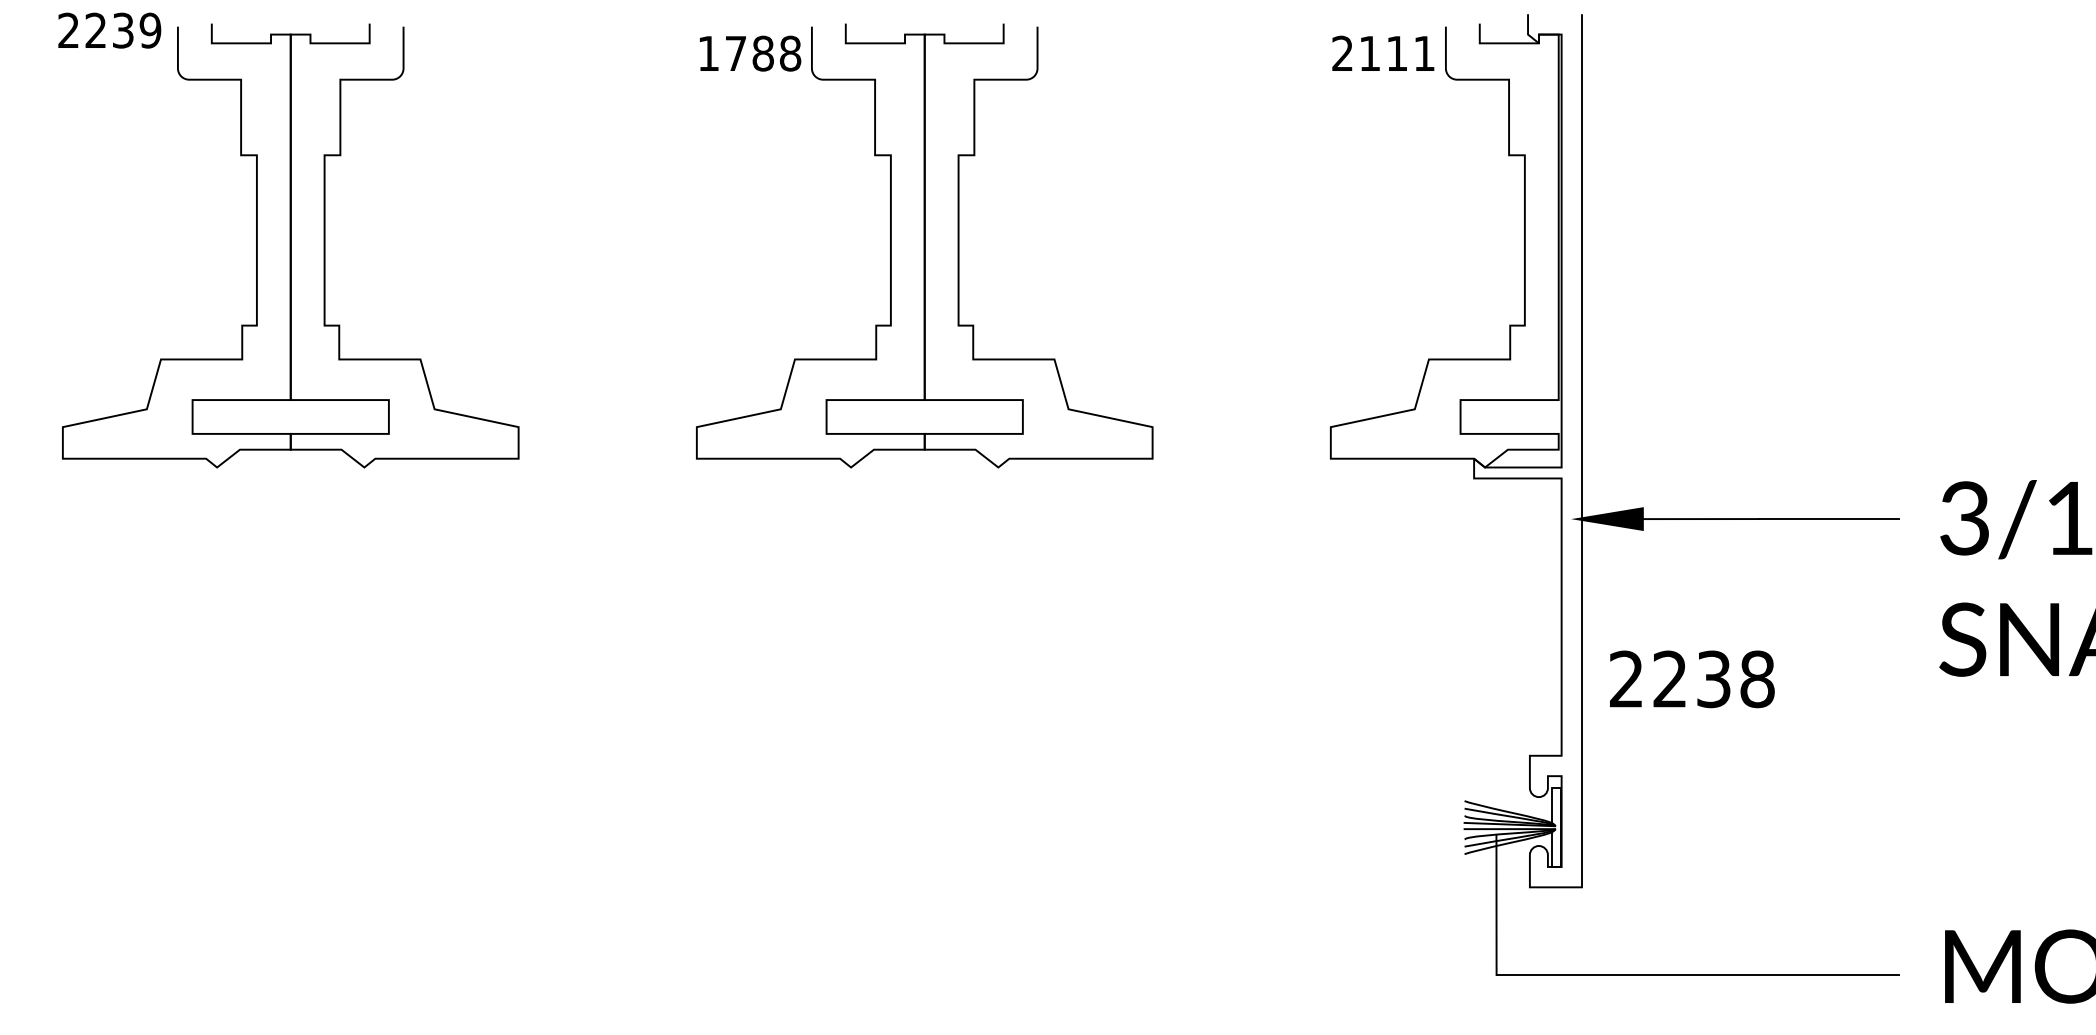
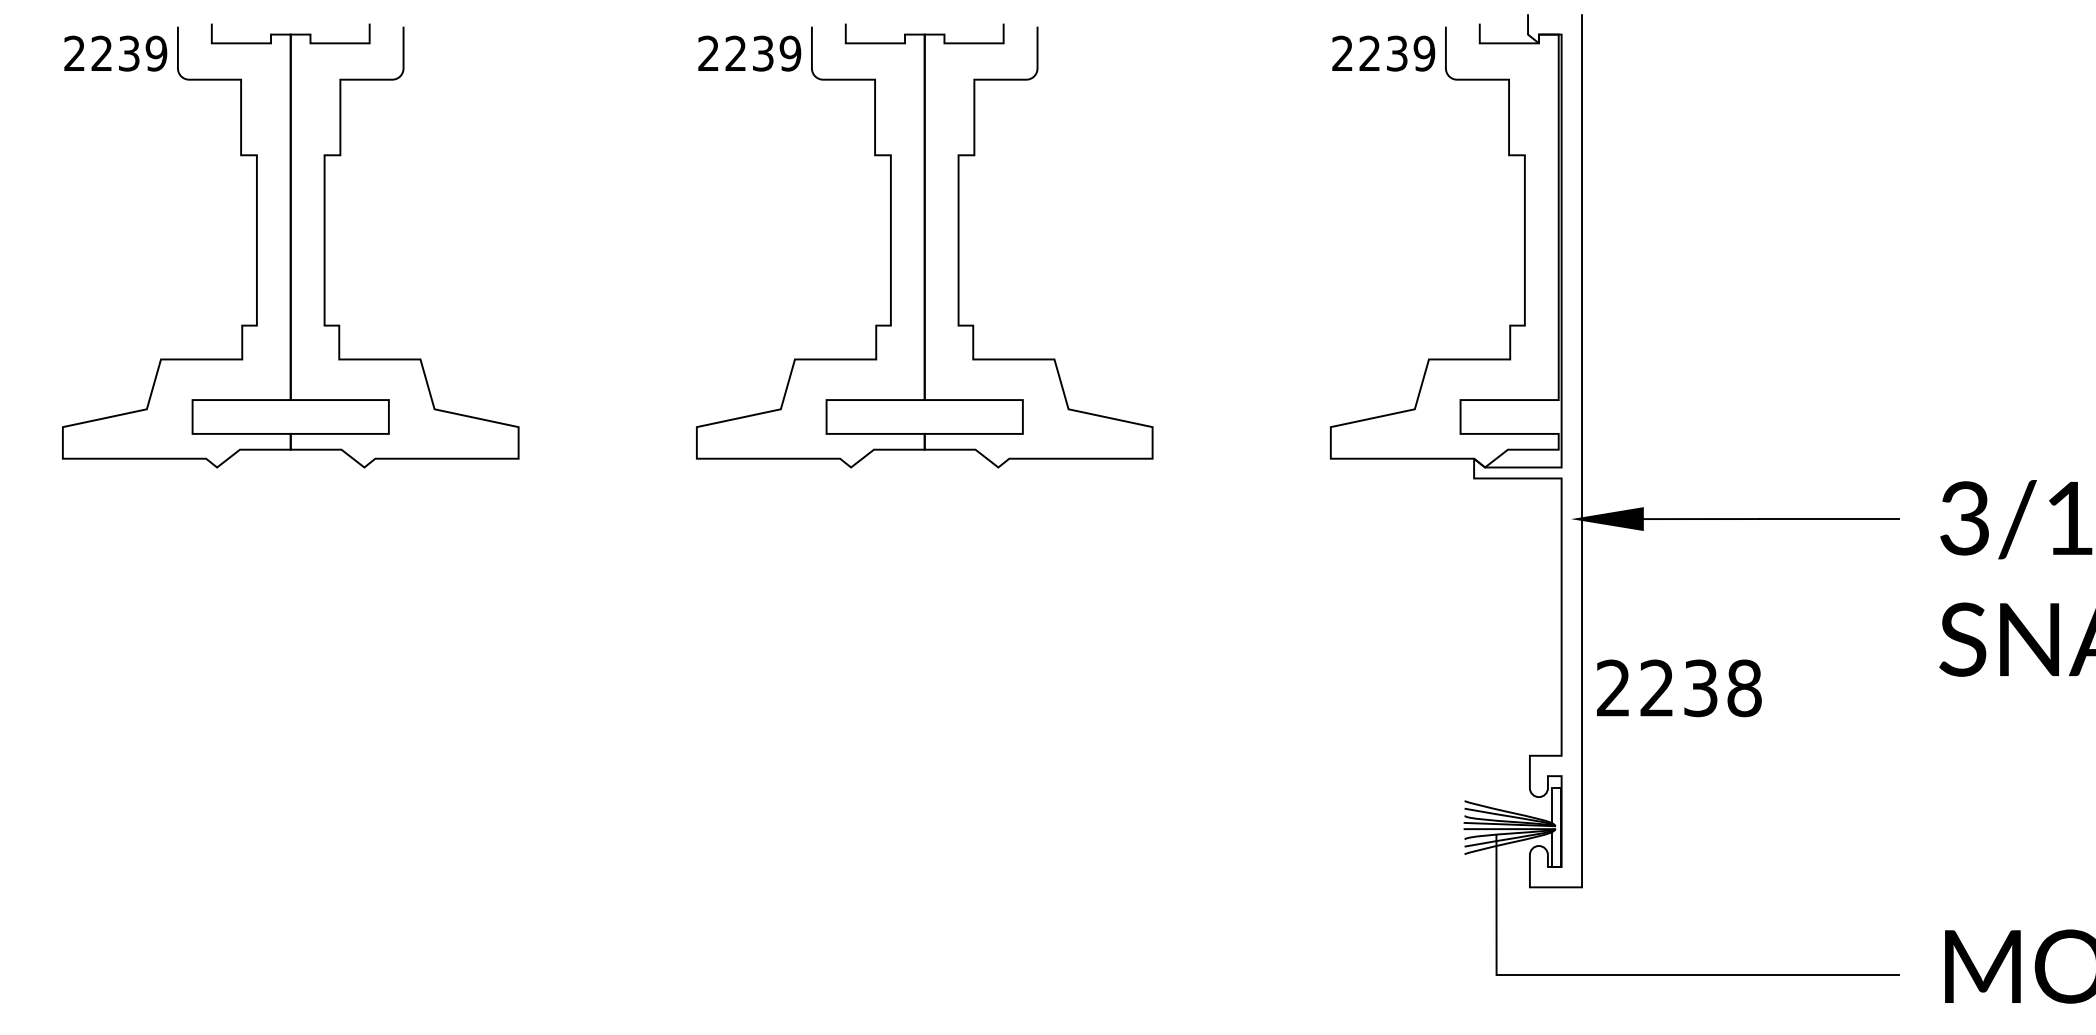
text at (109, 30) position: (109, 30) -> (115, 53)
text at (749, 53): 1788 -> 2239
text at (1397, 53): 2111 -> 2239
text at (1692, 679) position: (1692, 679) -> (1679, 688)
